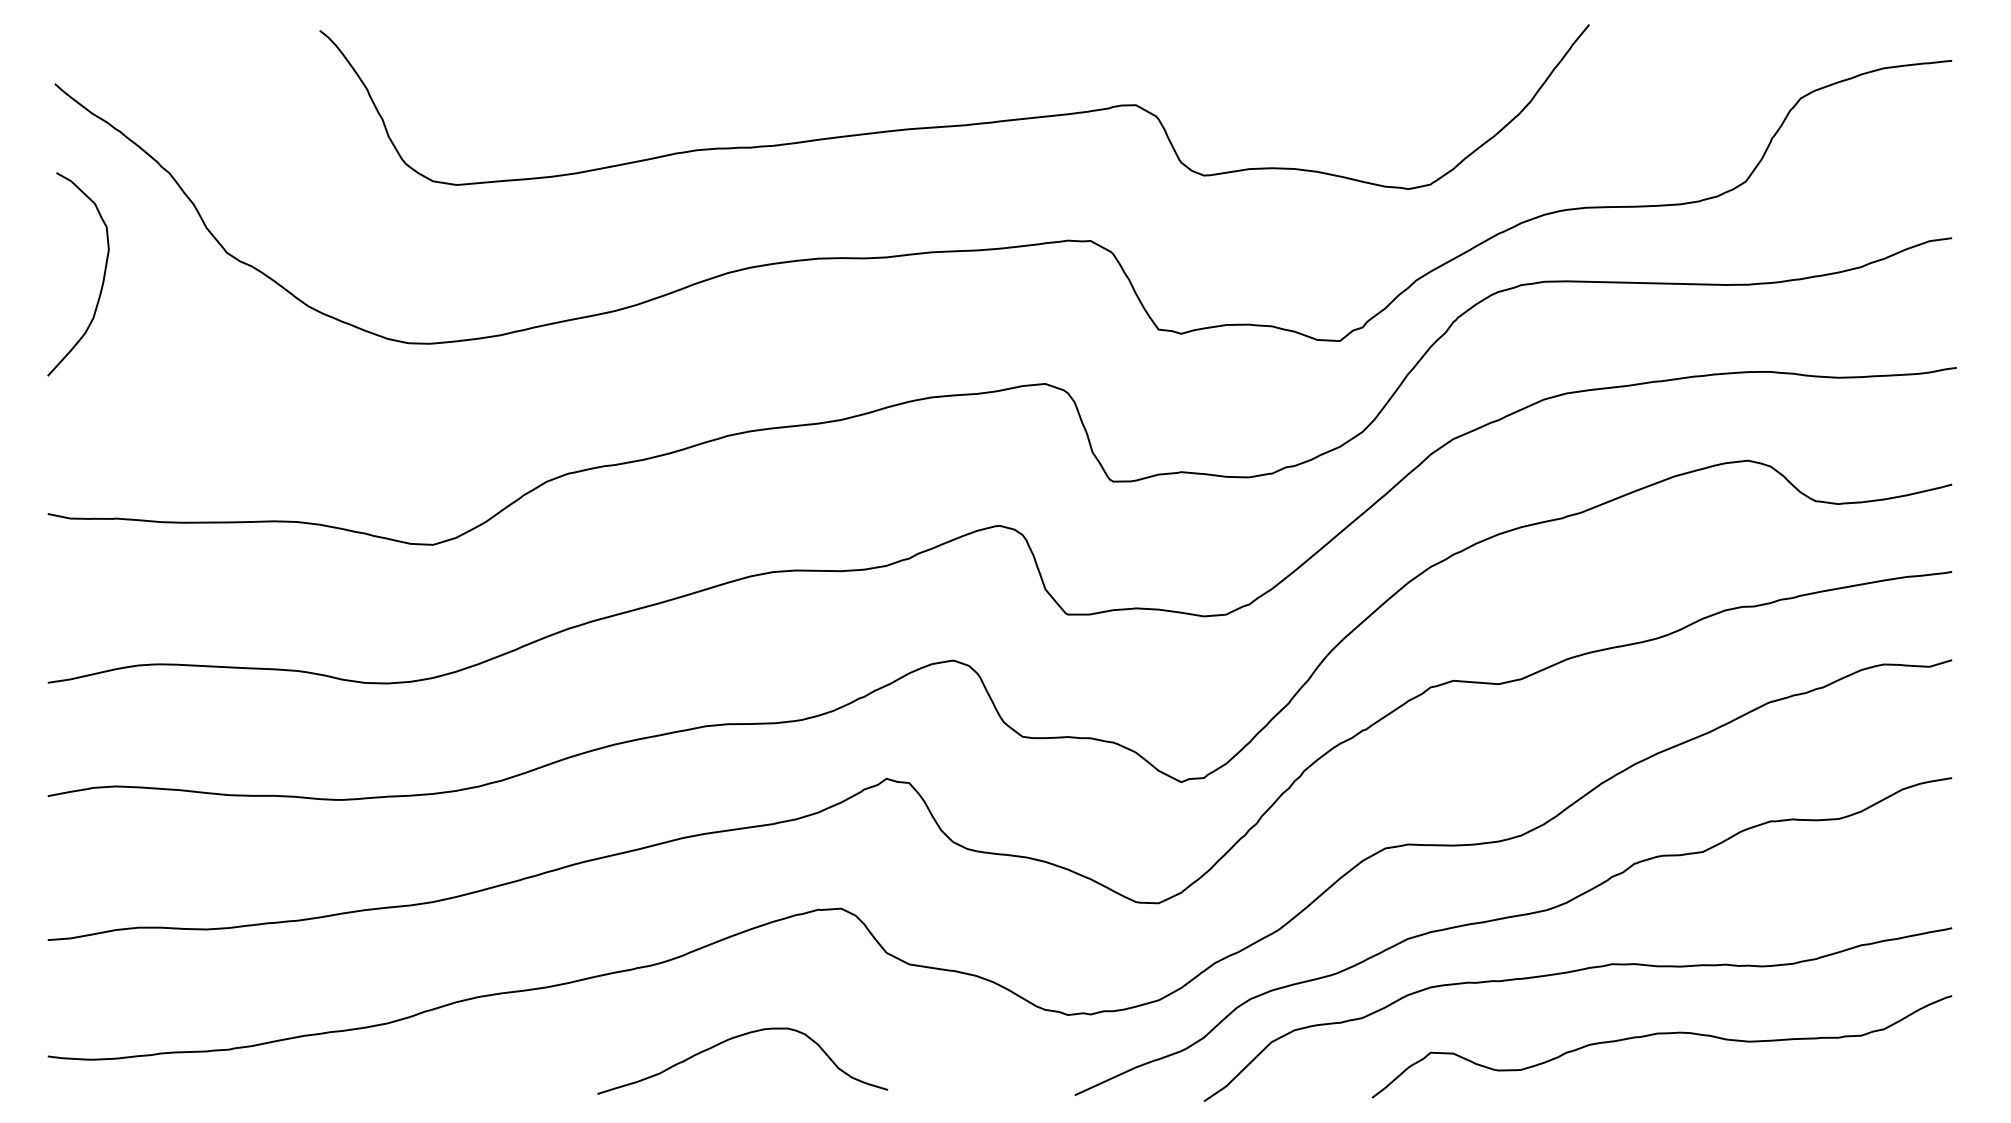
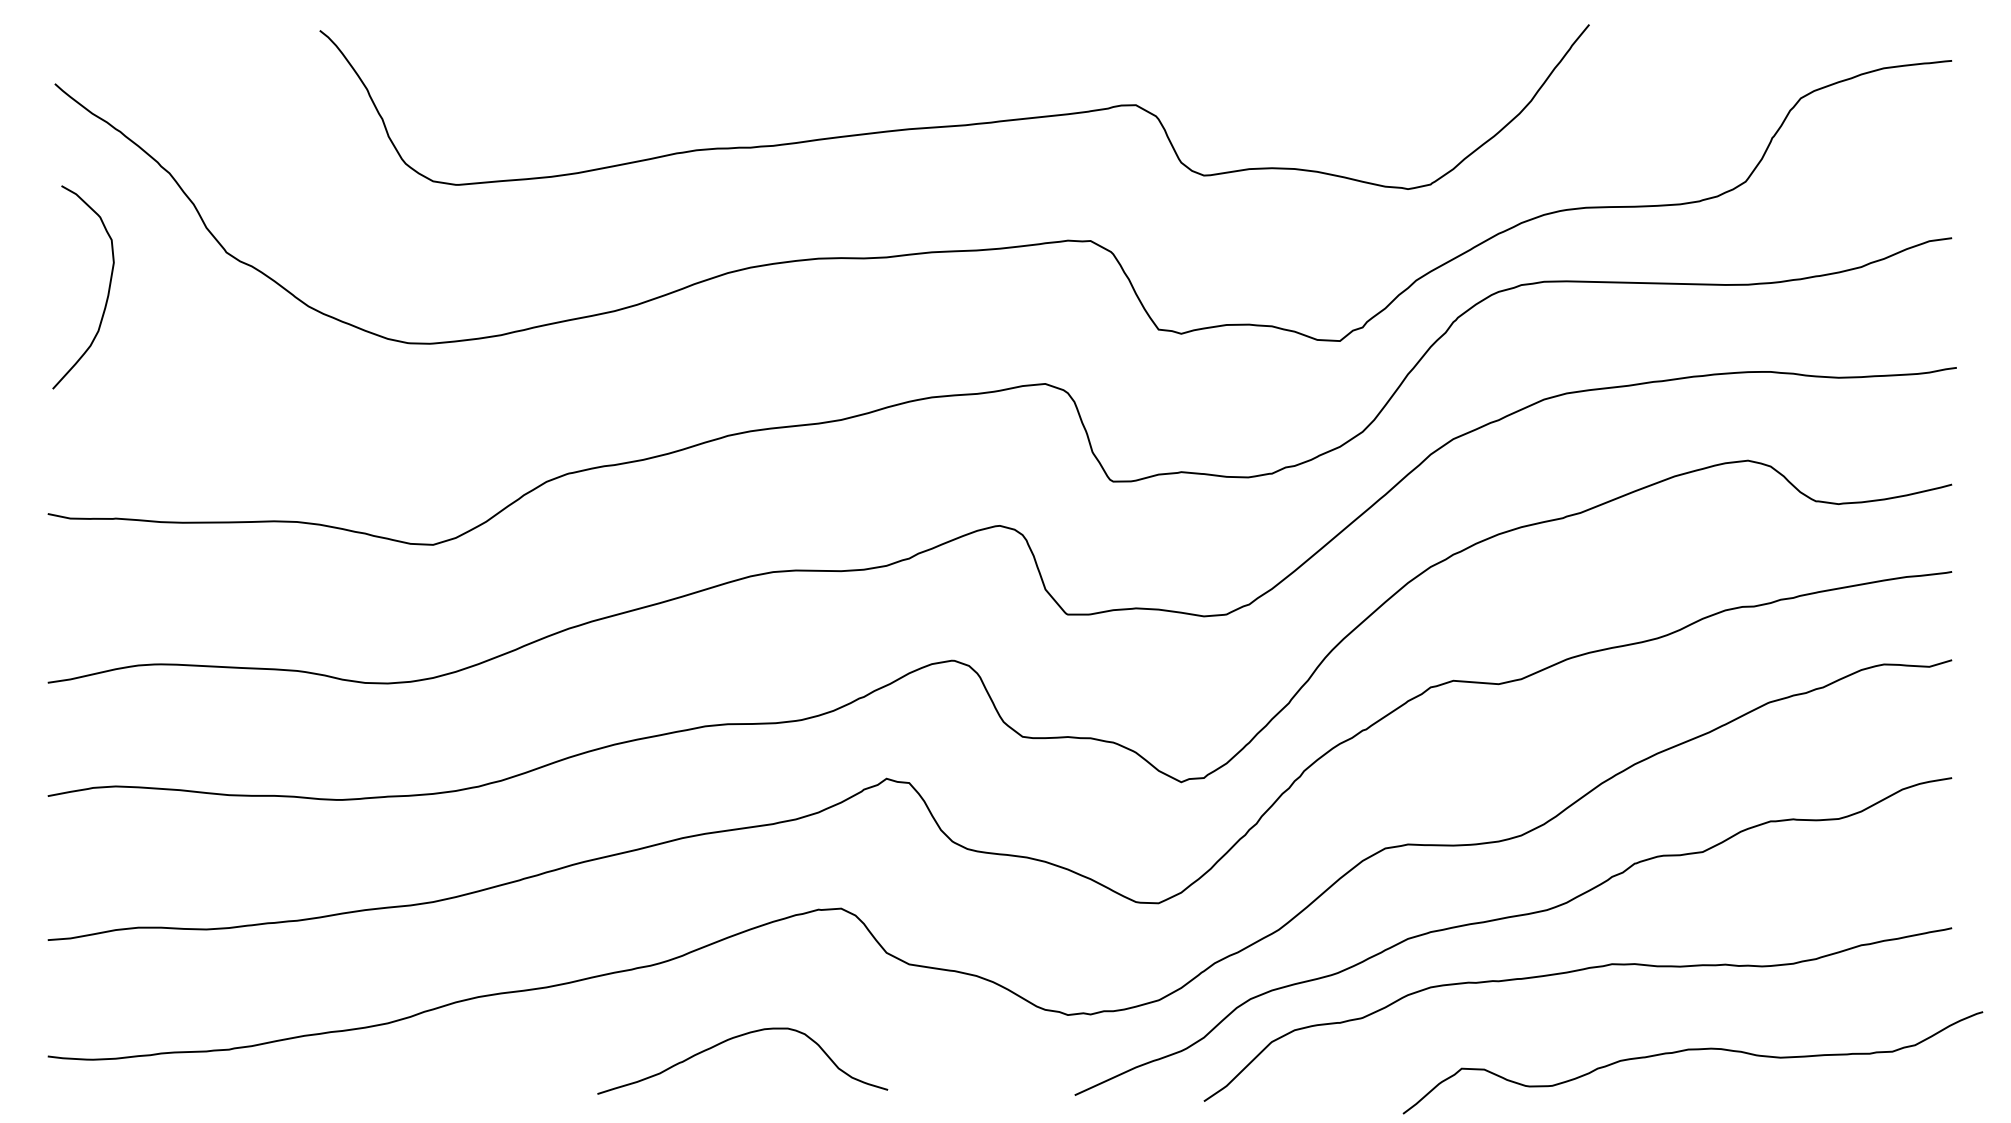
curve at (102, 279) position: (102, 279) -> (107, 292)
curve at (1661, 1034) position: (1661, 1034) -> (1692, 1050)
